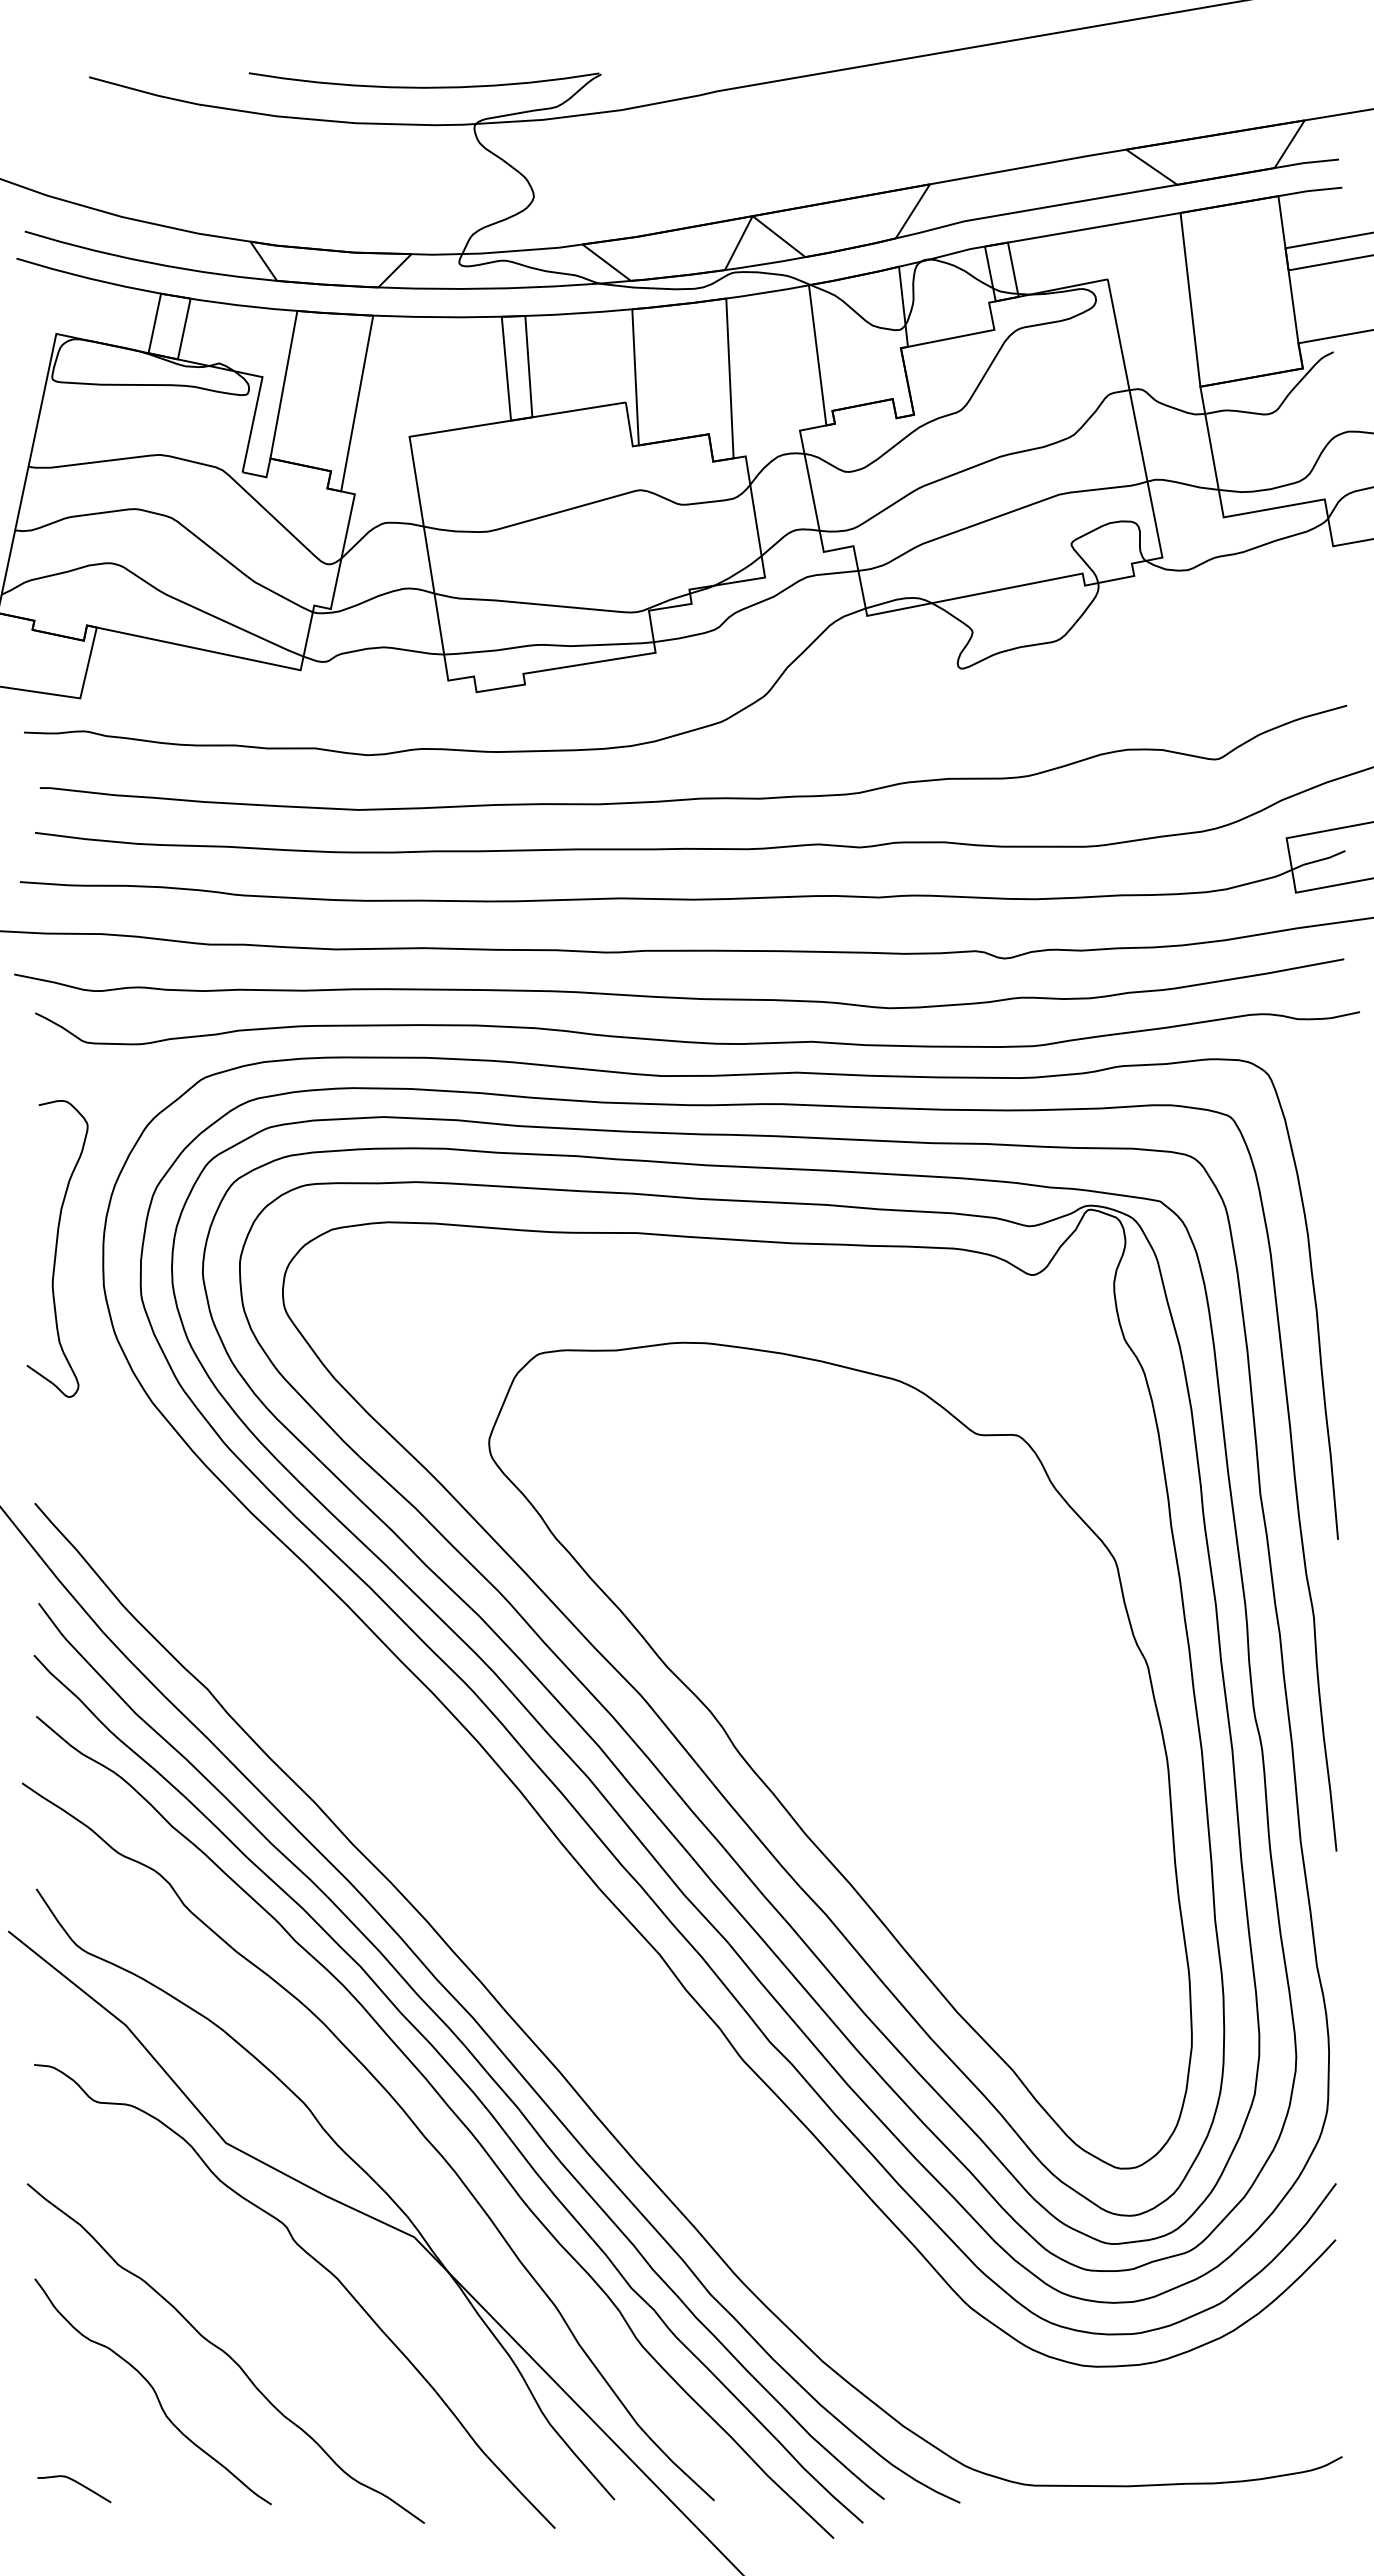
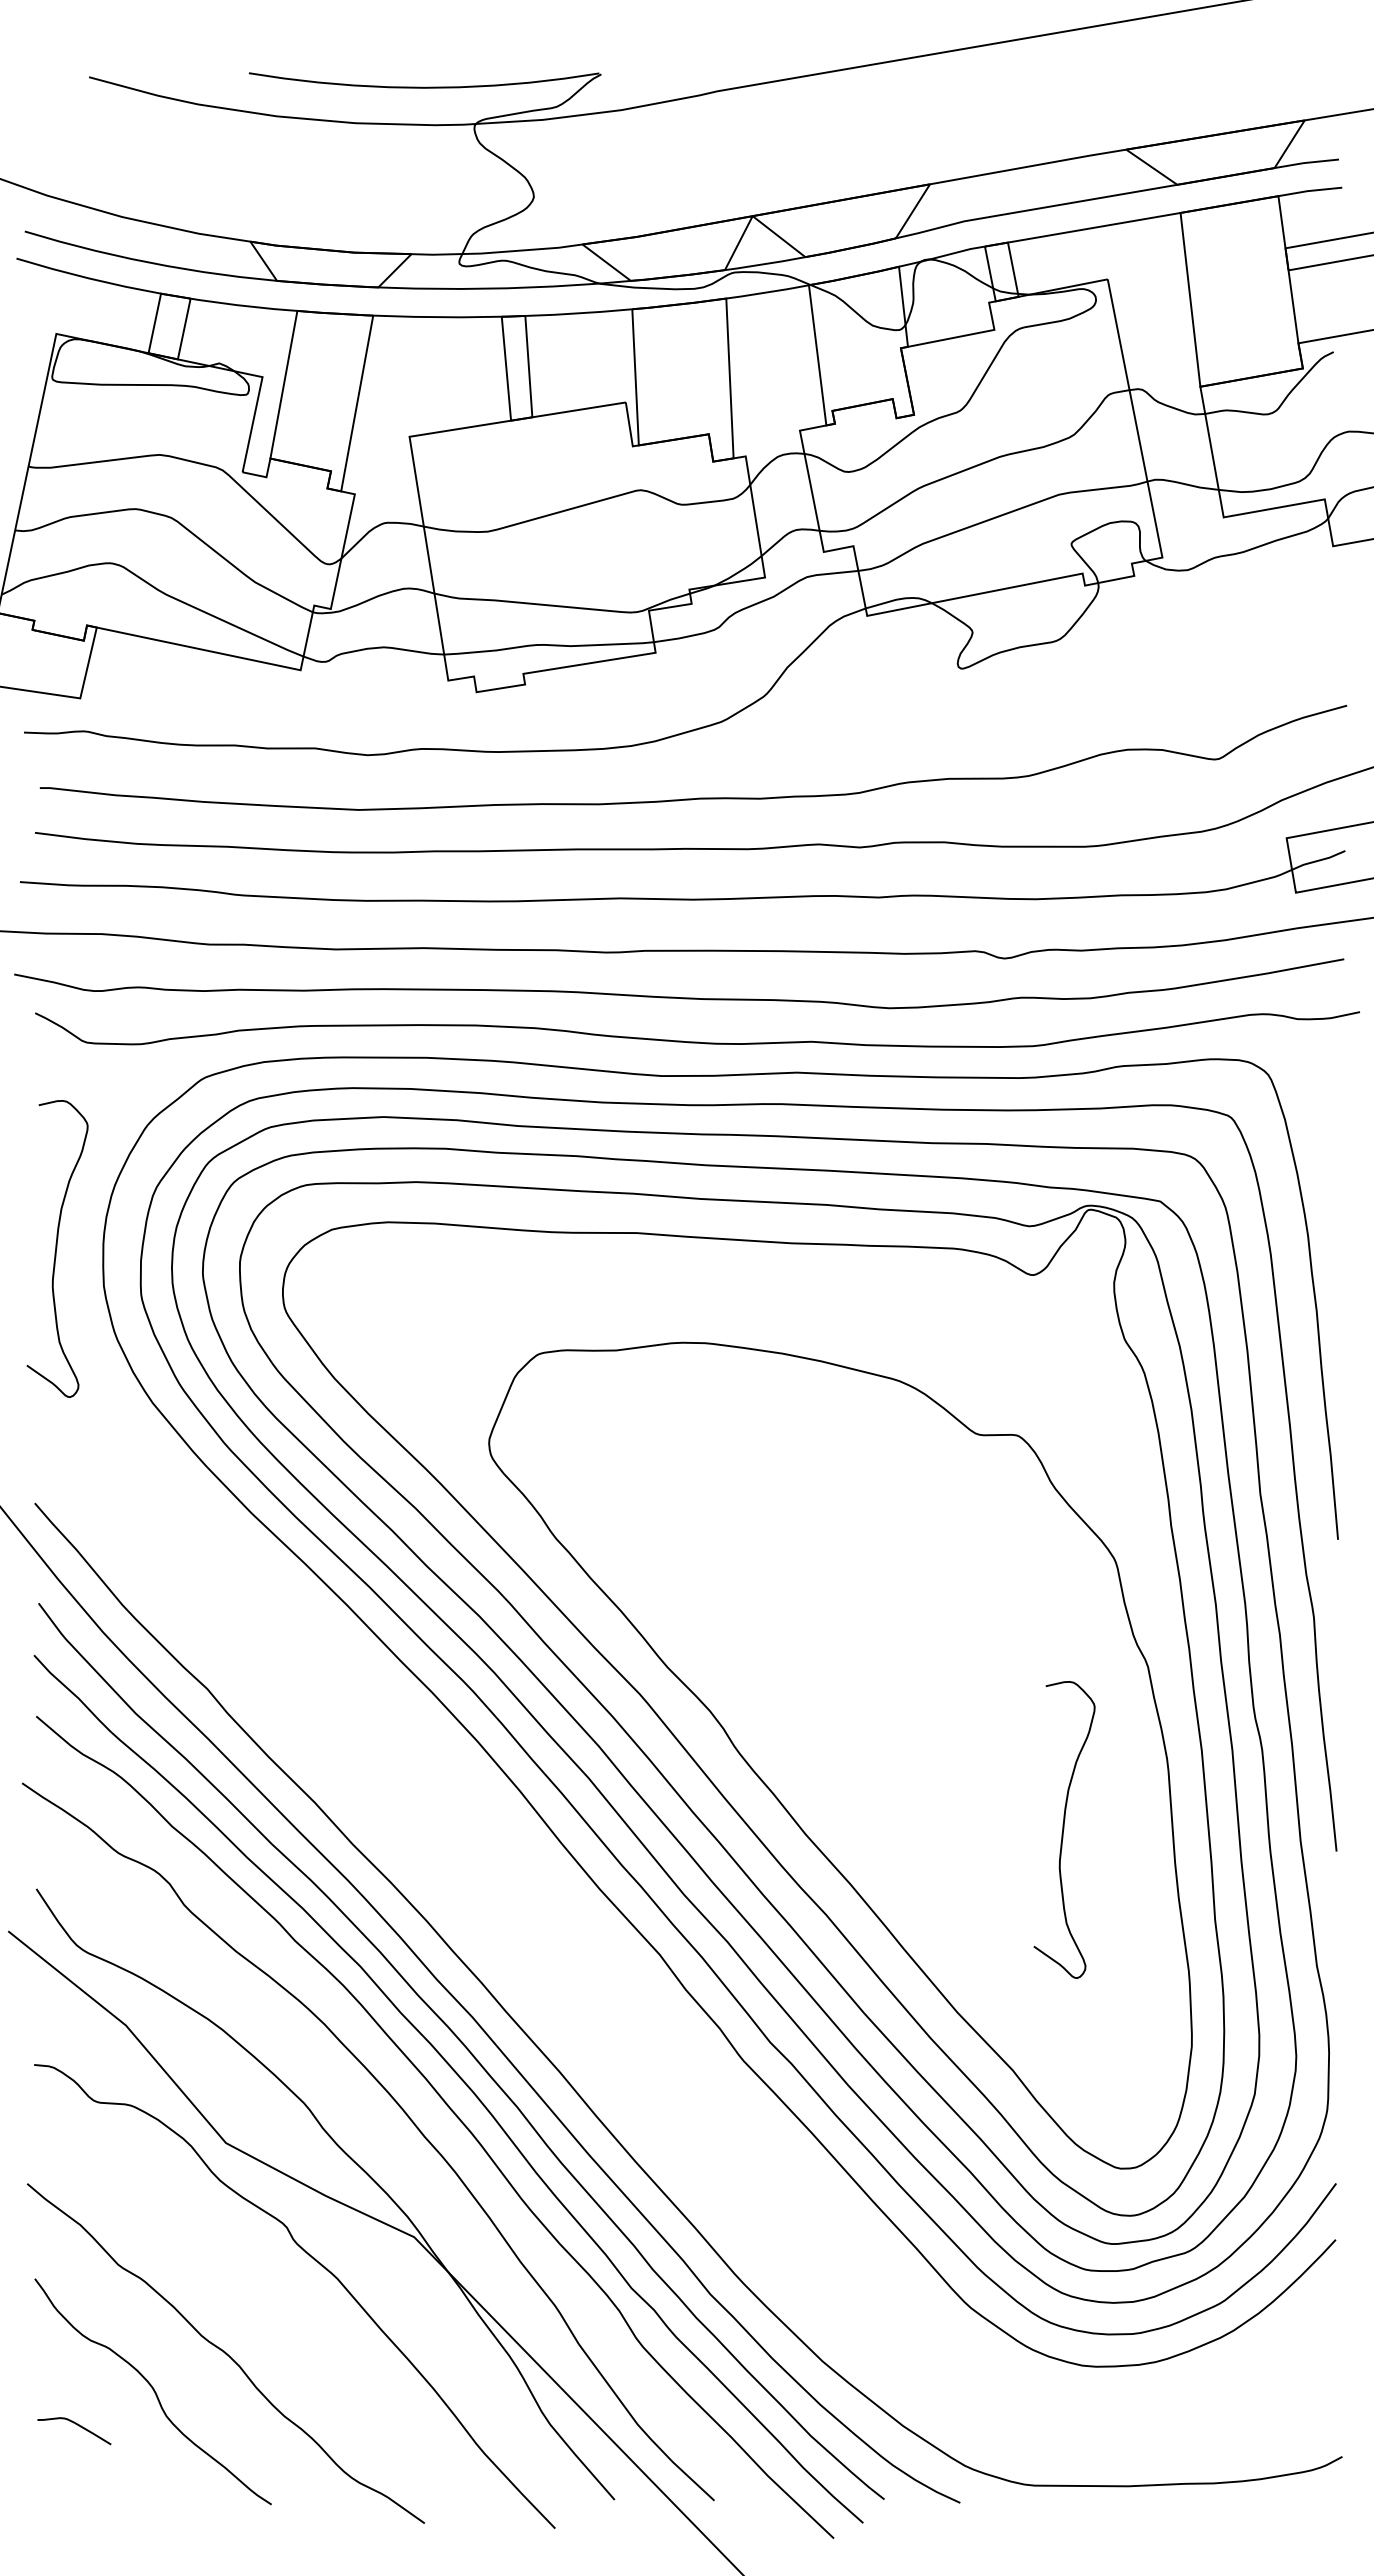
curve at (1064, 1829): none -> present
curve at (78, 2484) position: (78, 2484) -> (78, 2426)
